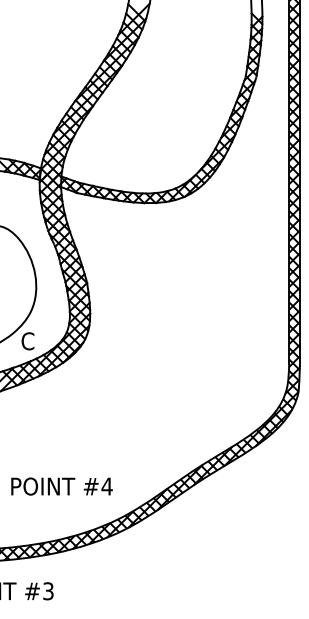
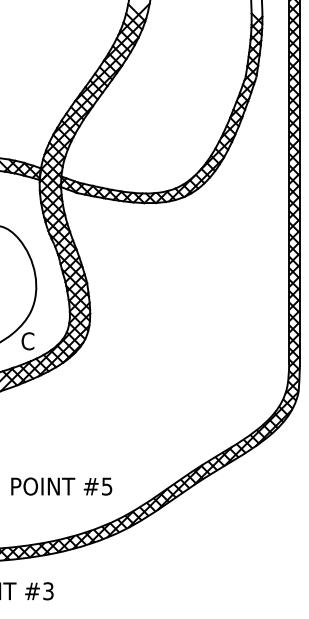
text at (106, 486): #4 -> #5
